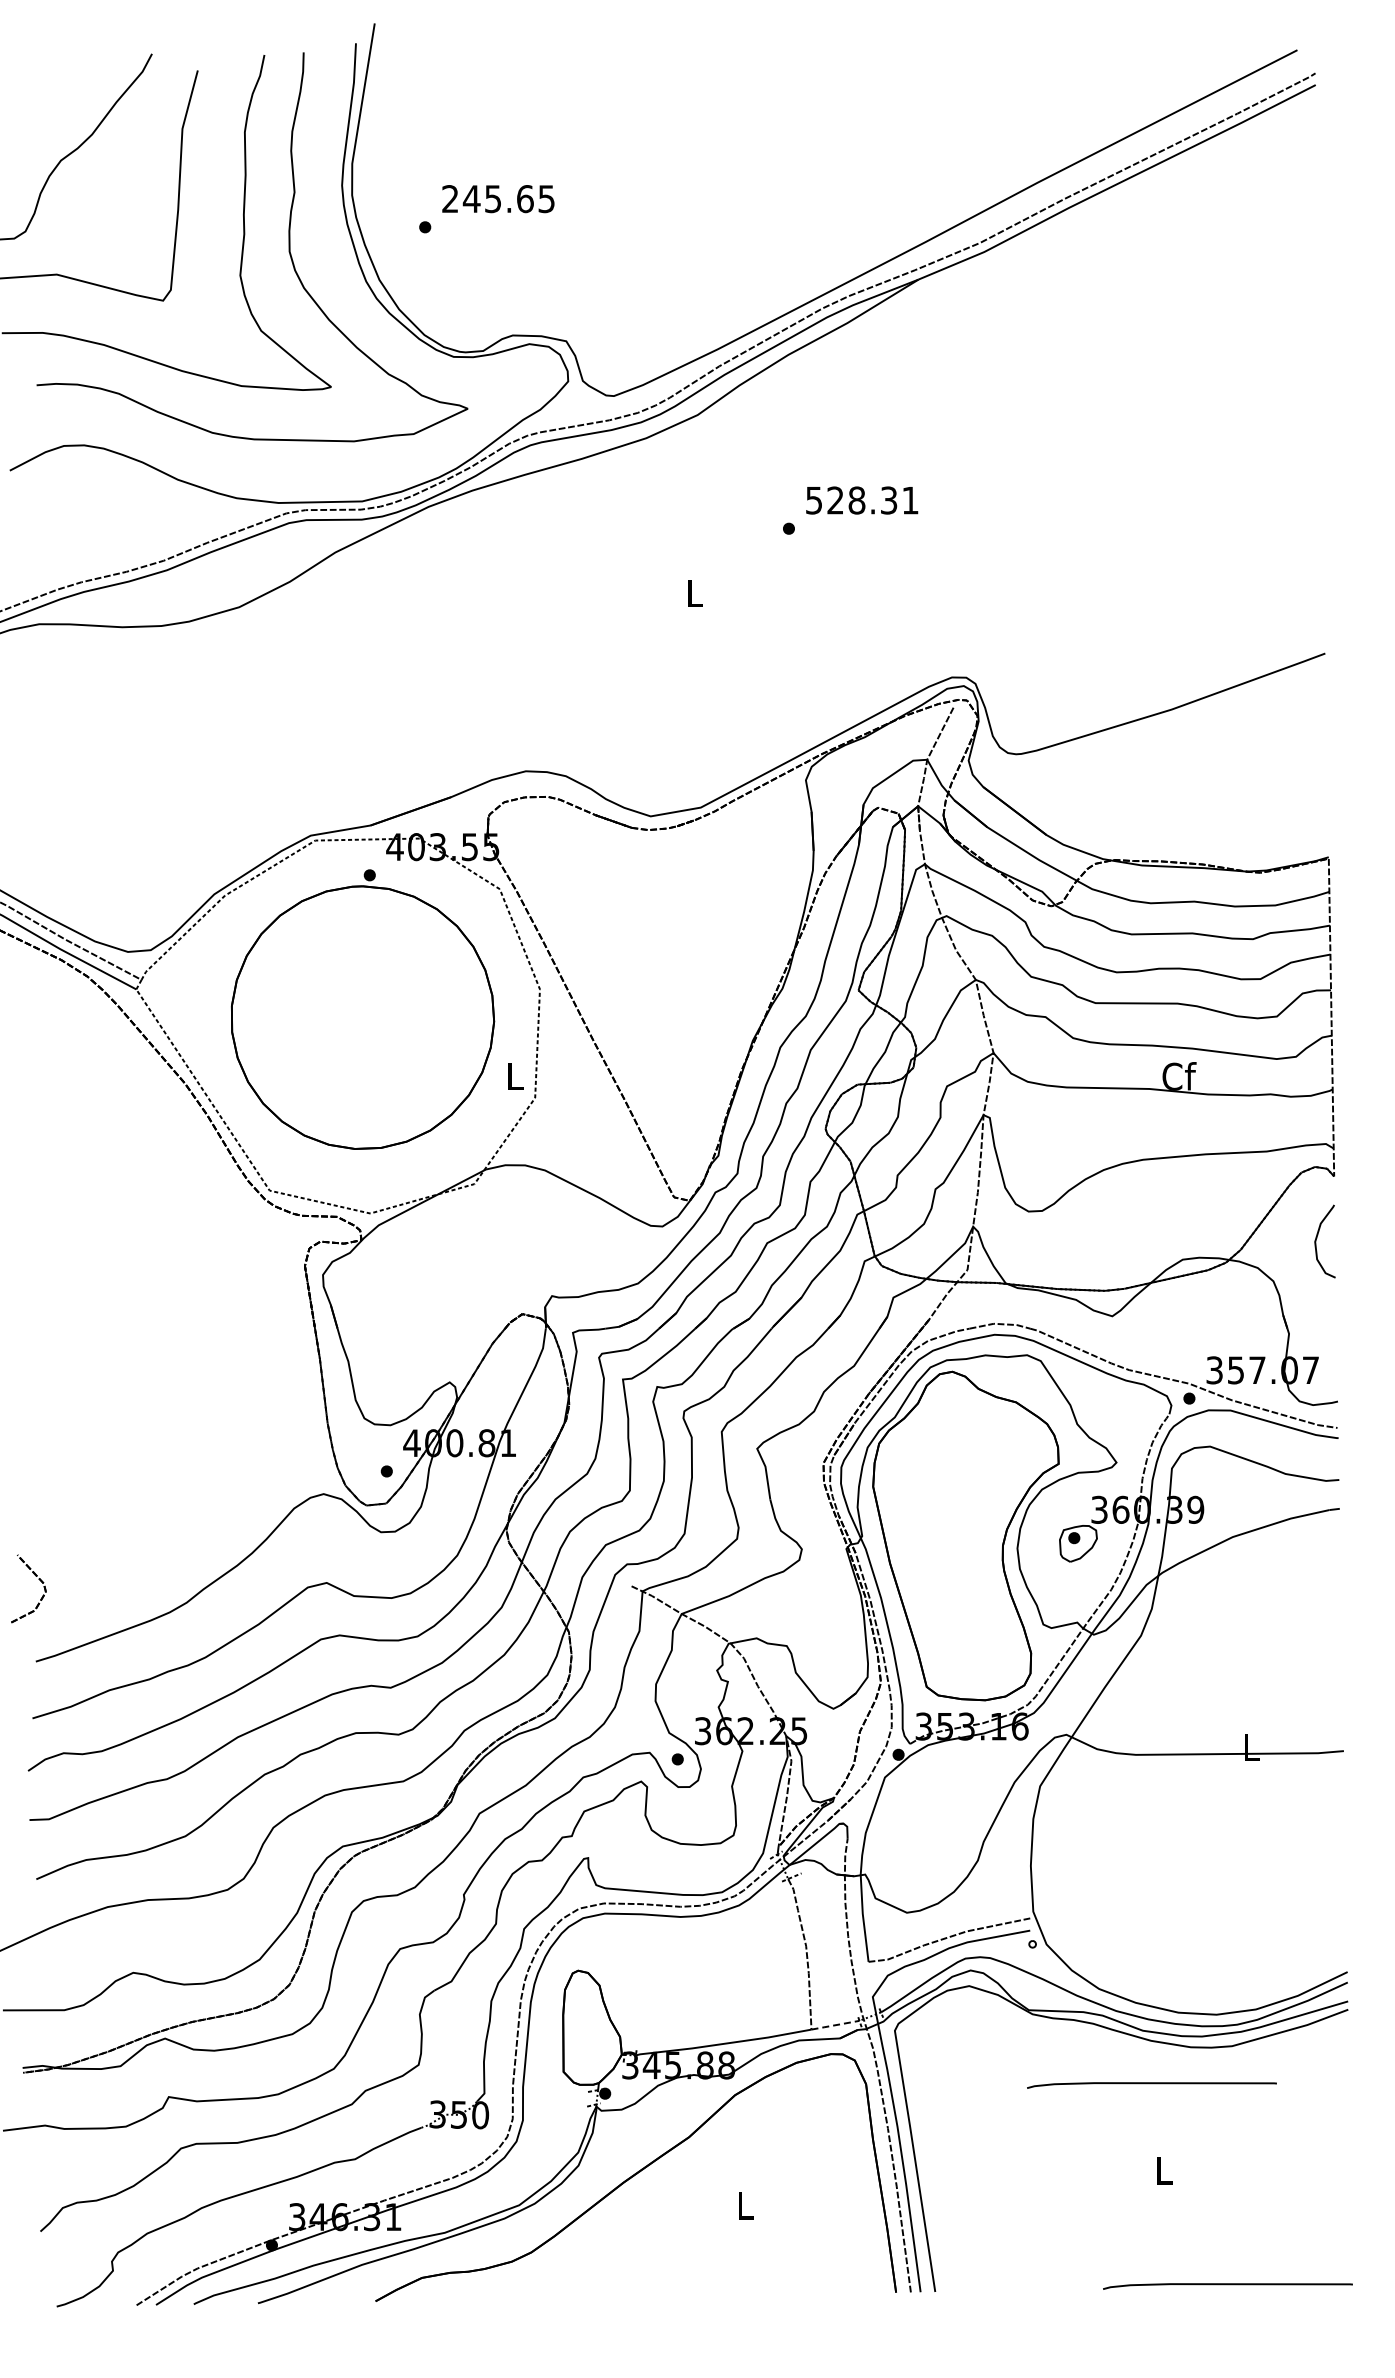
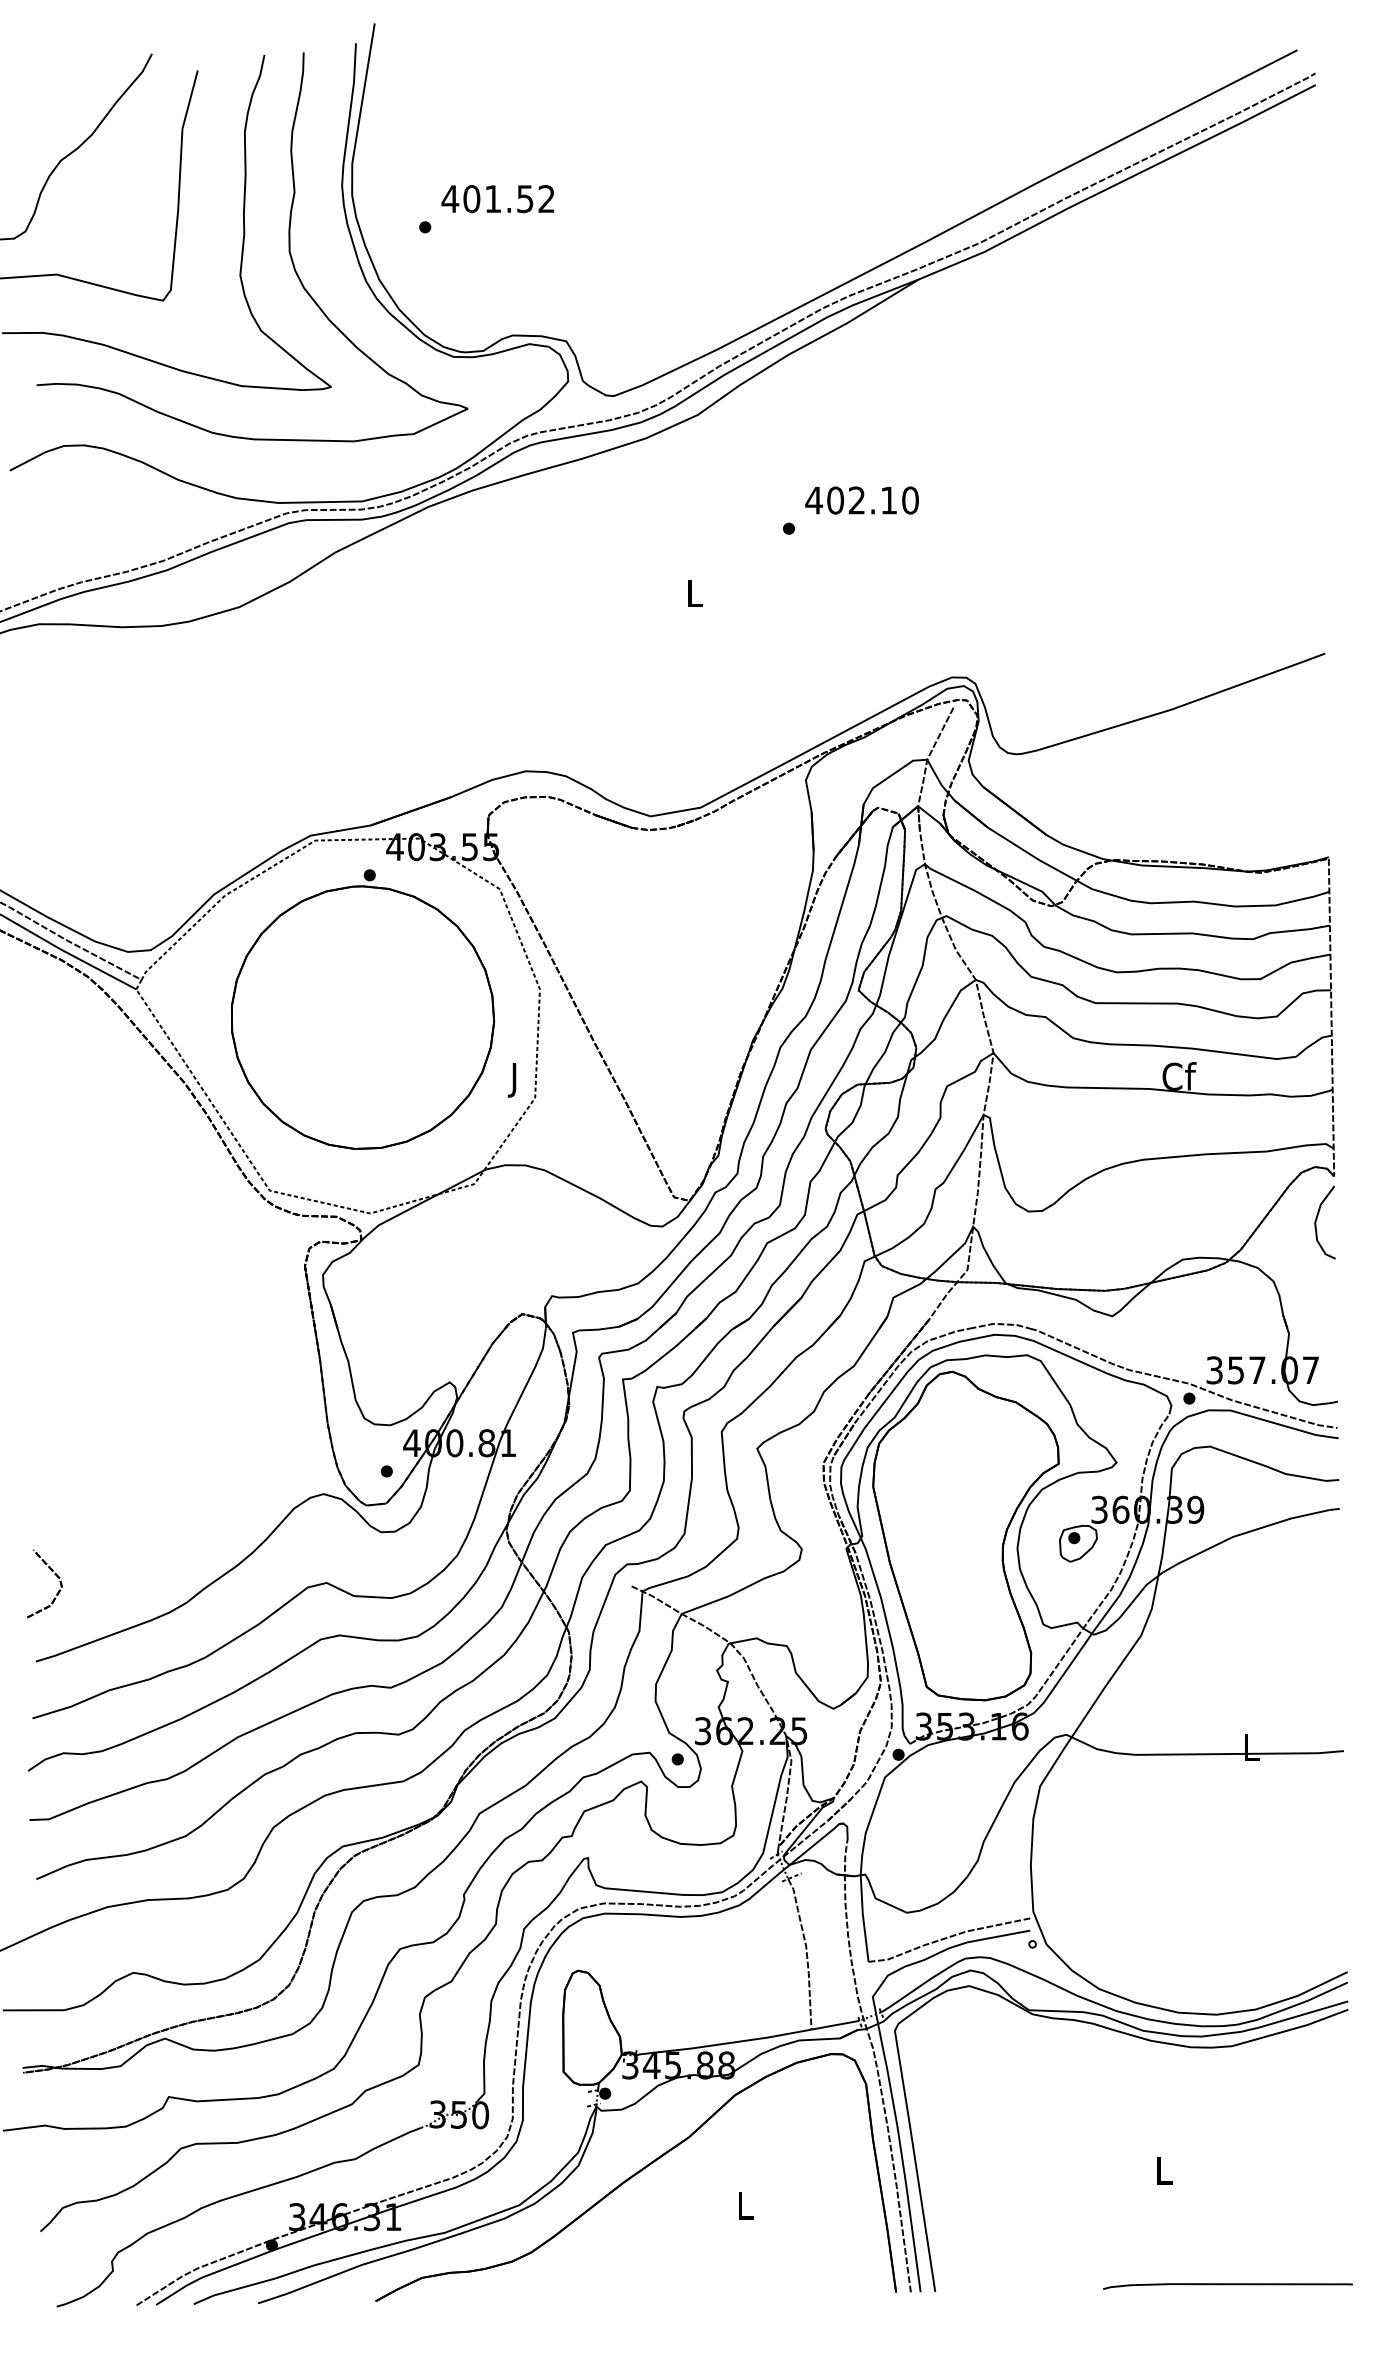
text at (497, 199): 245.65 -> 401.52
text at (861, 500): 528.31 -> 402.10
text at (515, 1080): L -> J
curve at (1317, 1238) position: (1317, 1238) -> (1317, 1219)
part at (38, 1579) position: (38, 1579) -> (54, 1574)
line at (834, 2025): dashed -> solid
curve at (1151, 2084): present -> none
